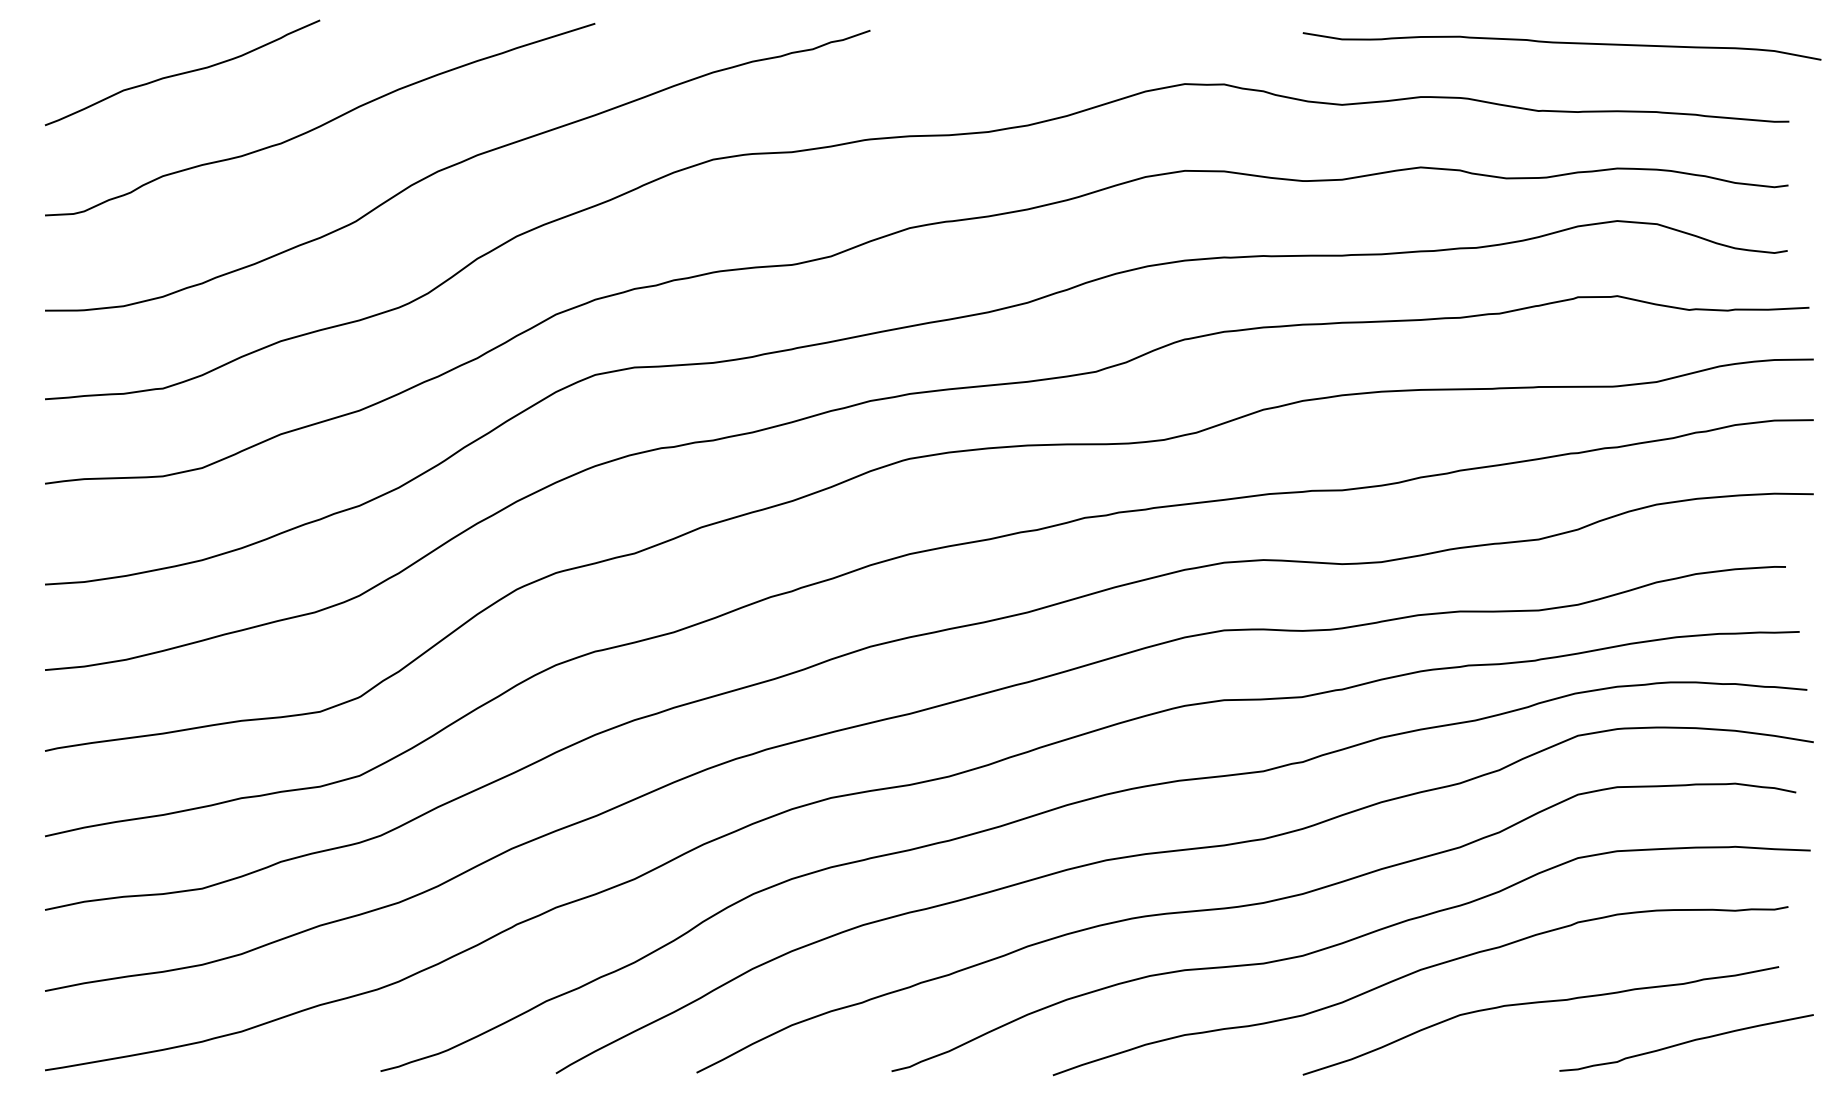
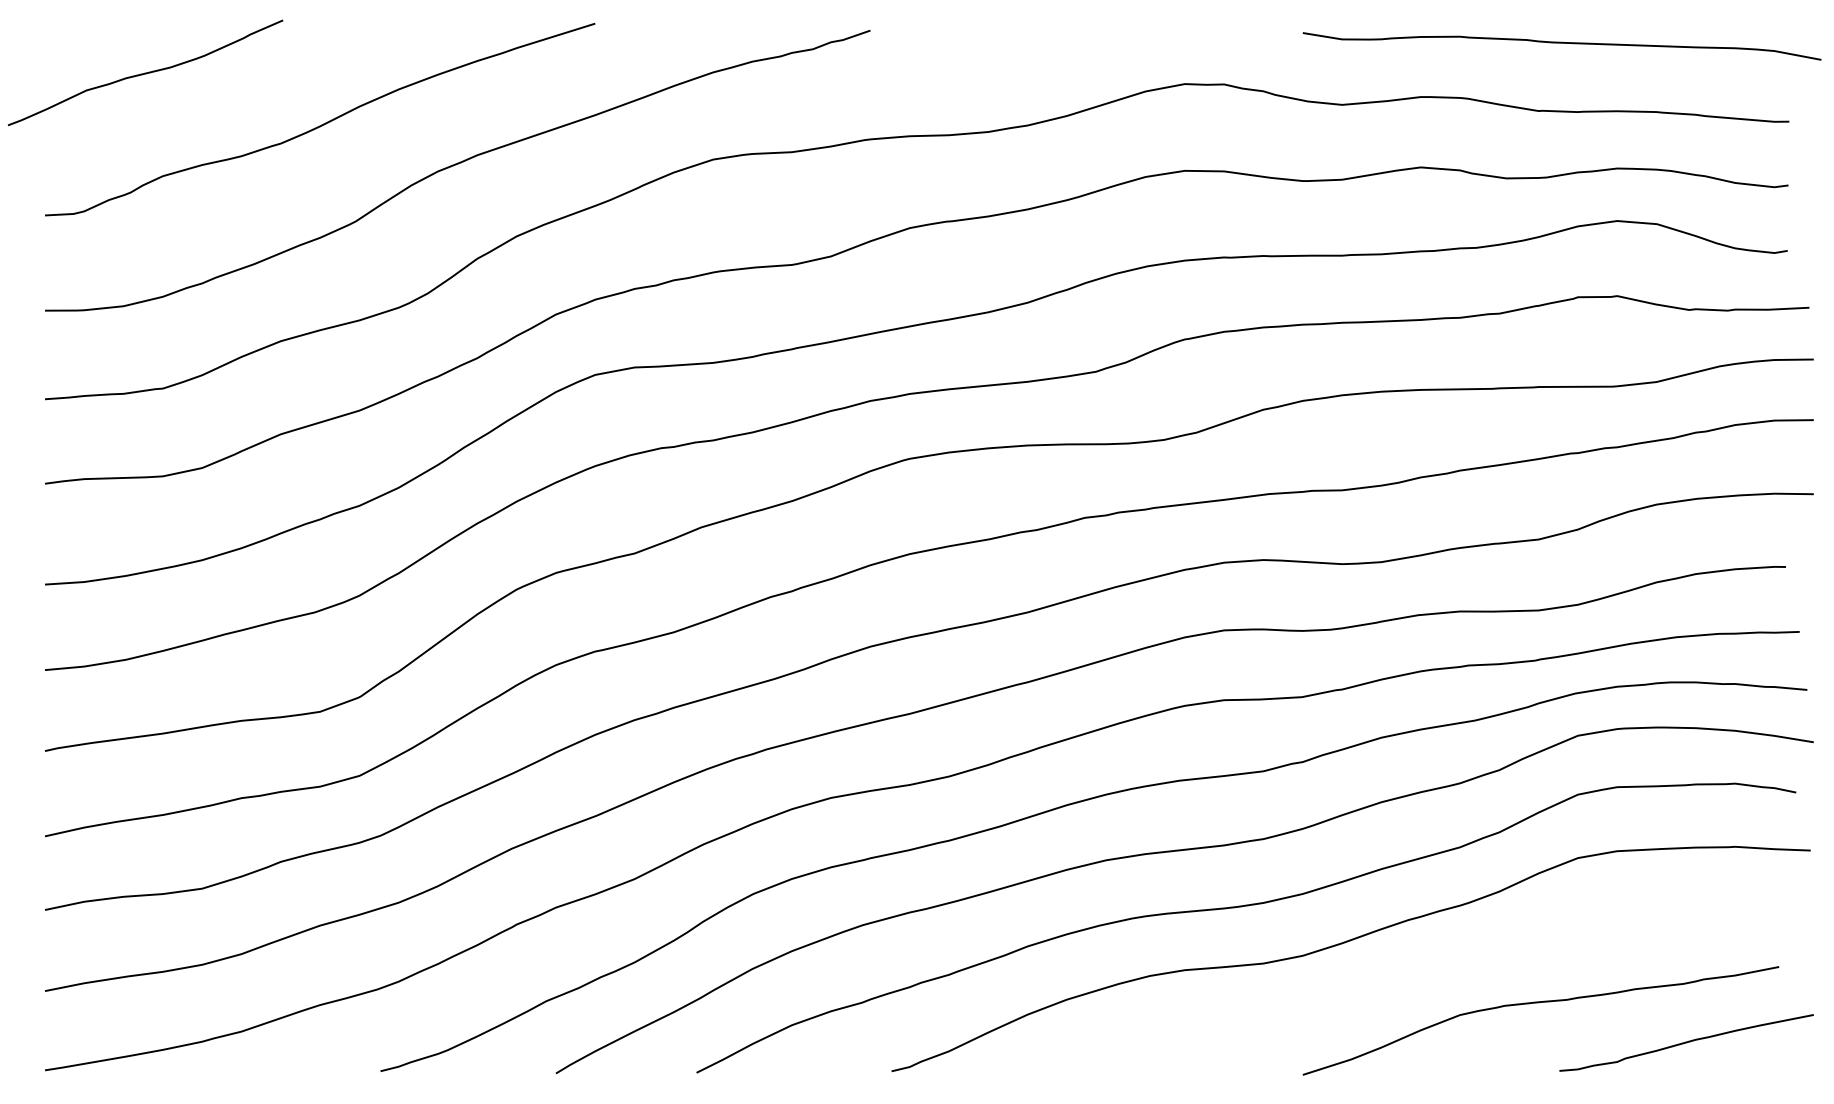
curve at (182, 72) position: (182, 72) -> (145, 72)
curve at (1412, 974): present -> none
